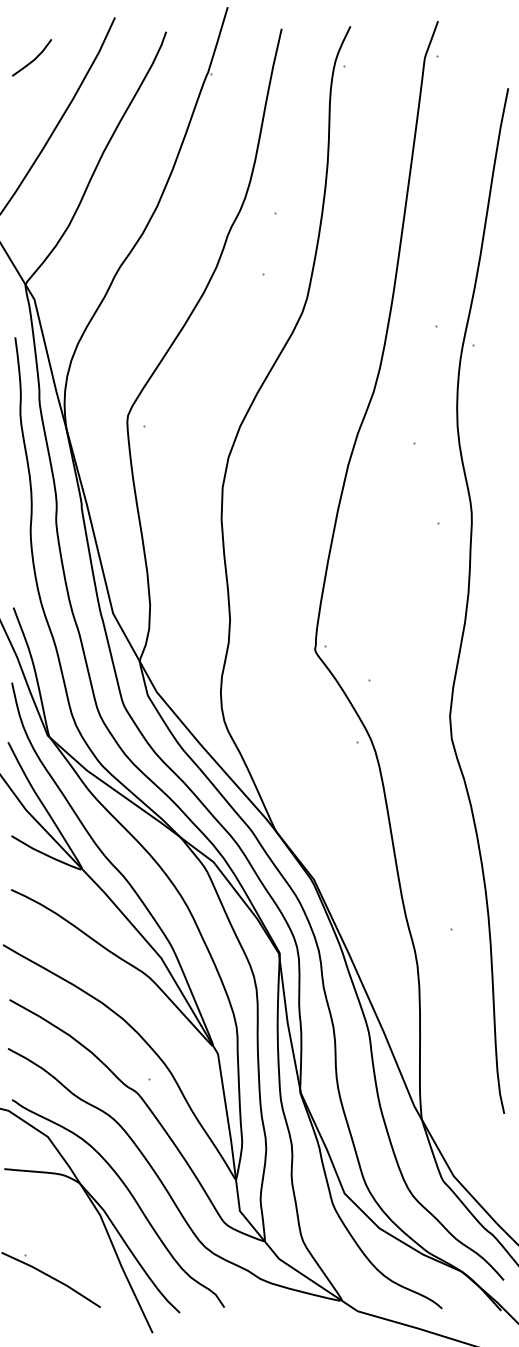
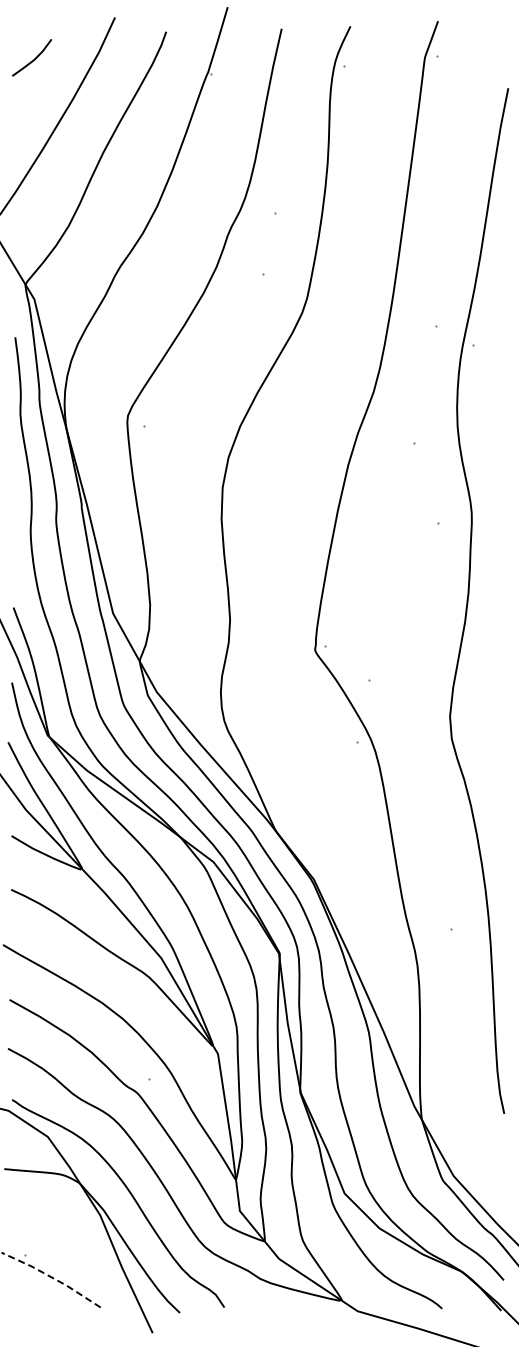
line at (52, 1277): solid -> dashed
